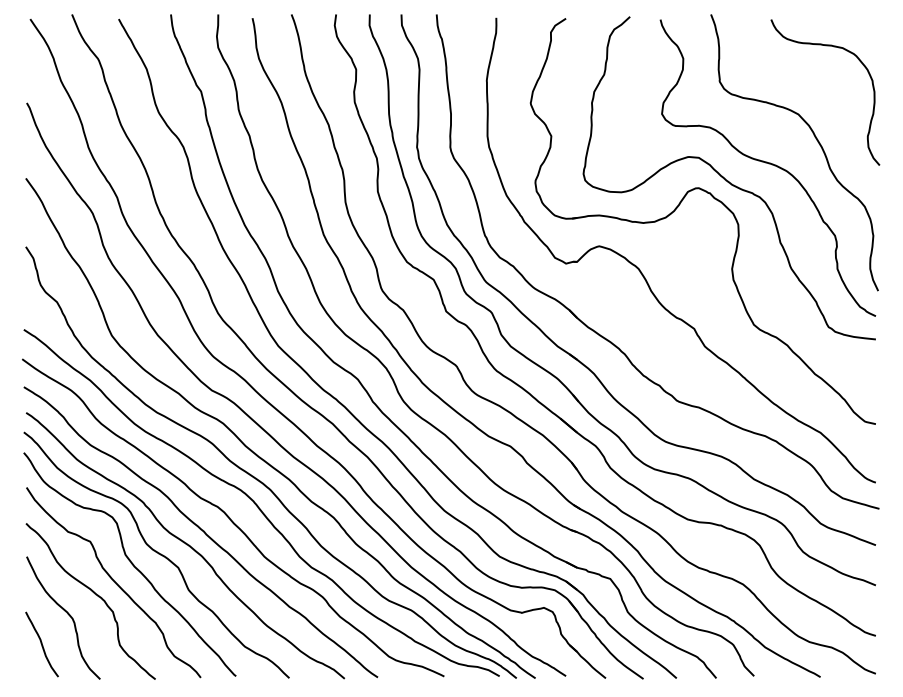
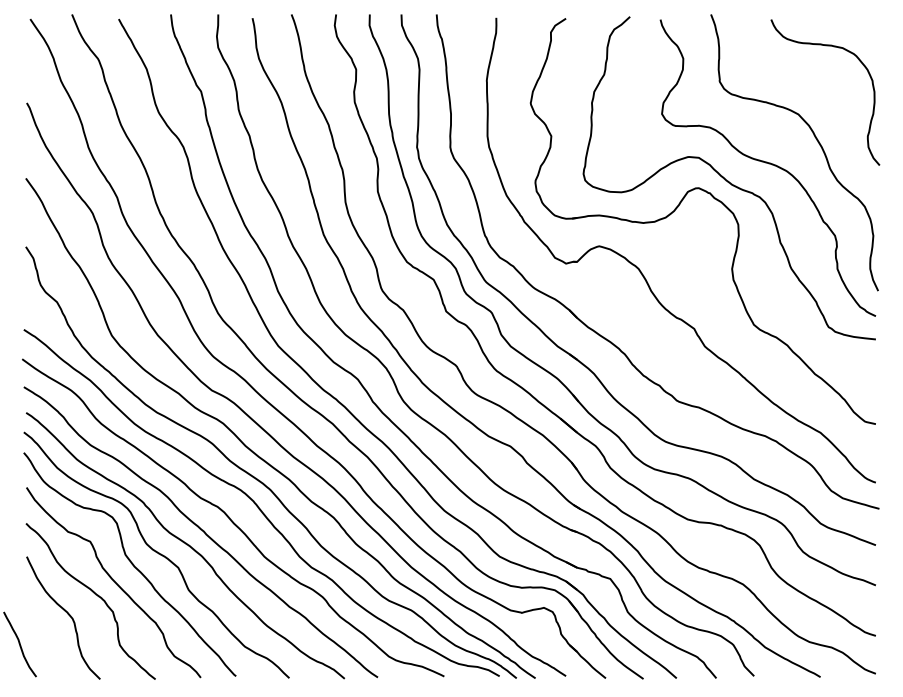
curve at (41, 644) position: (41, 644) -> (19, 644)
